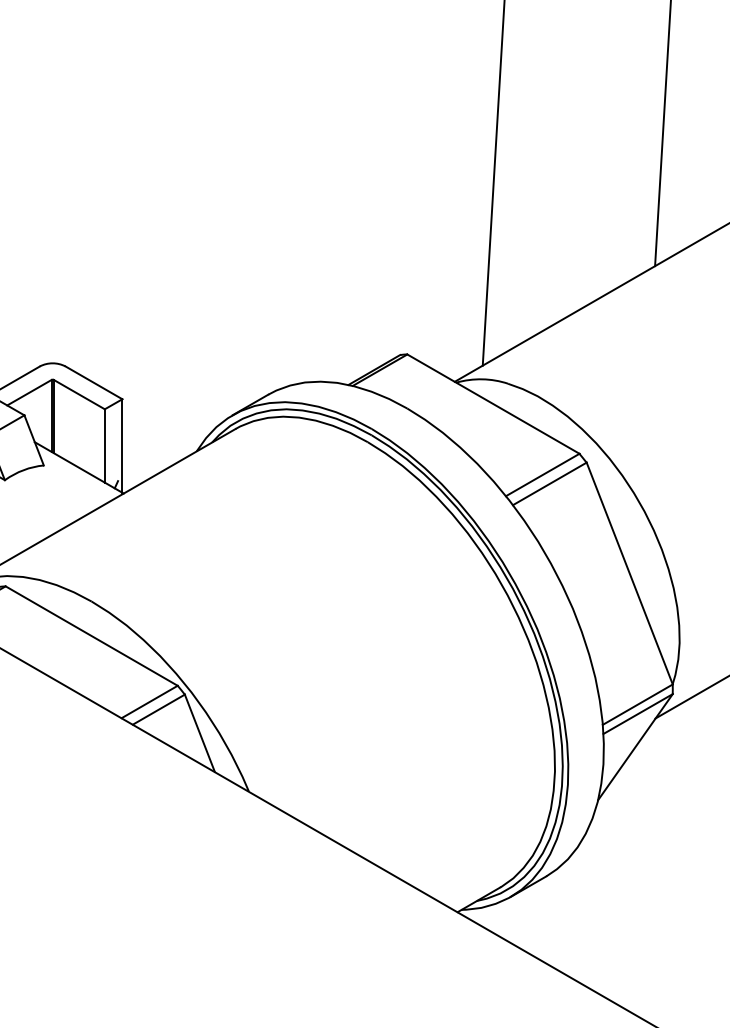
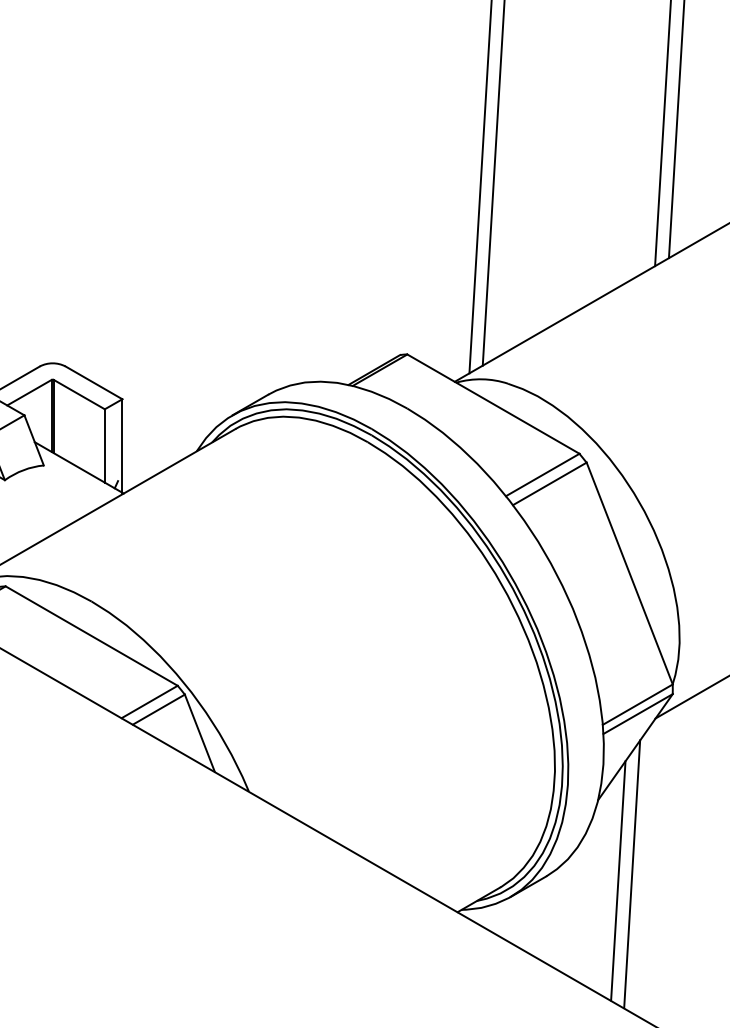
line at (676, 130): none -> present
line at (480, 187): none -> present
line at (632, 874): none -> present
line at (618, 880): none -> present
